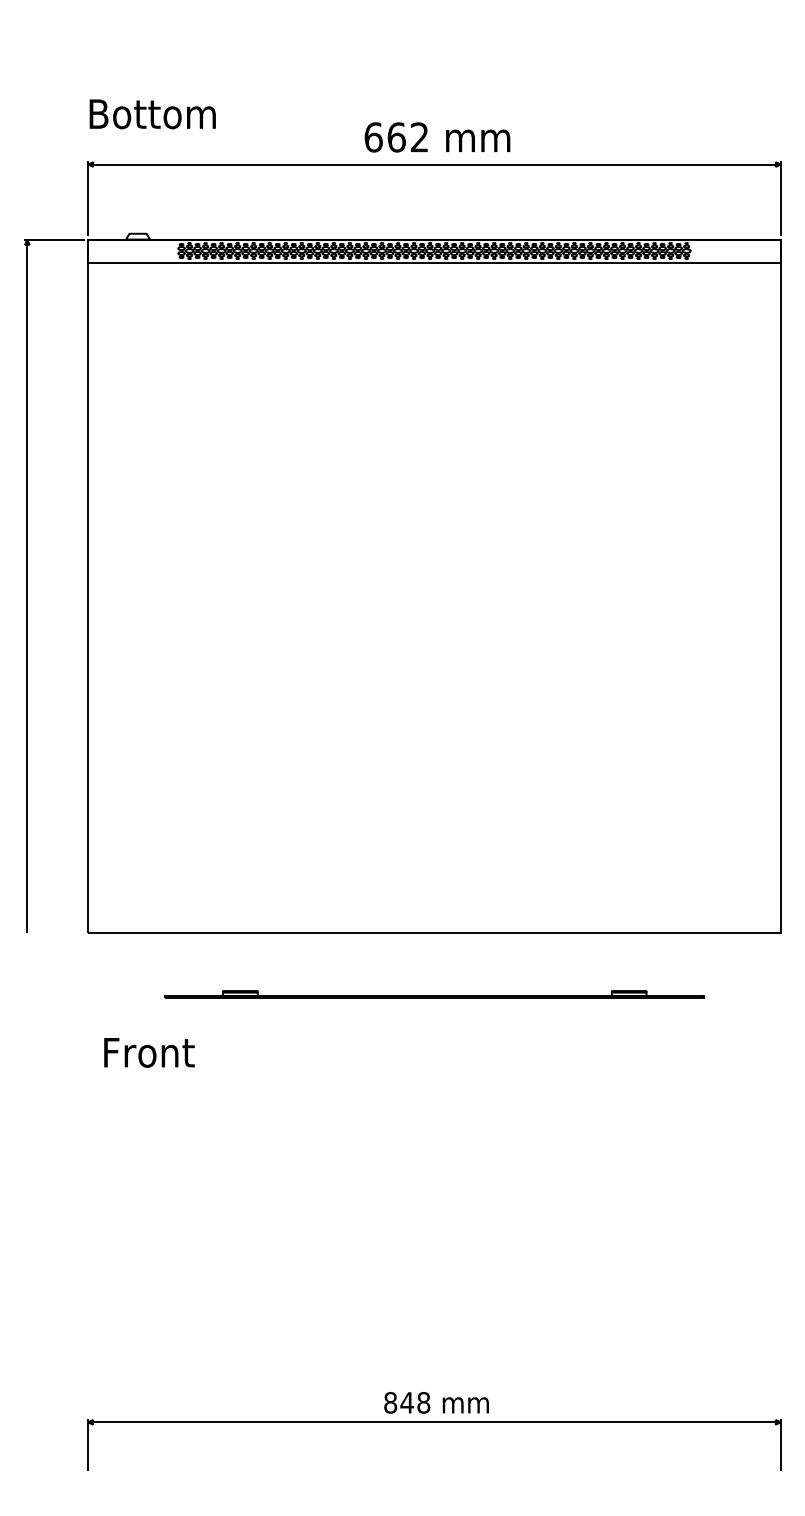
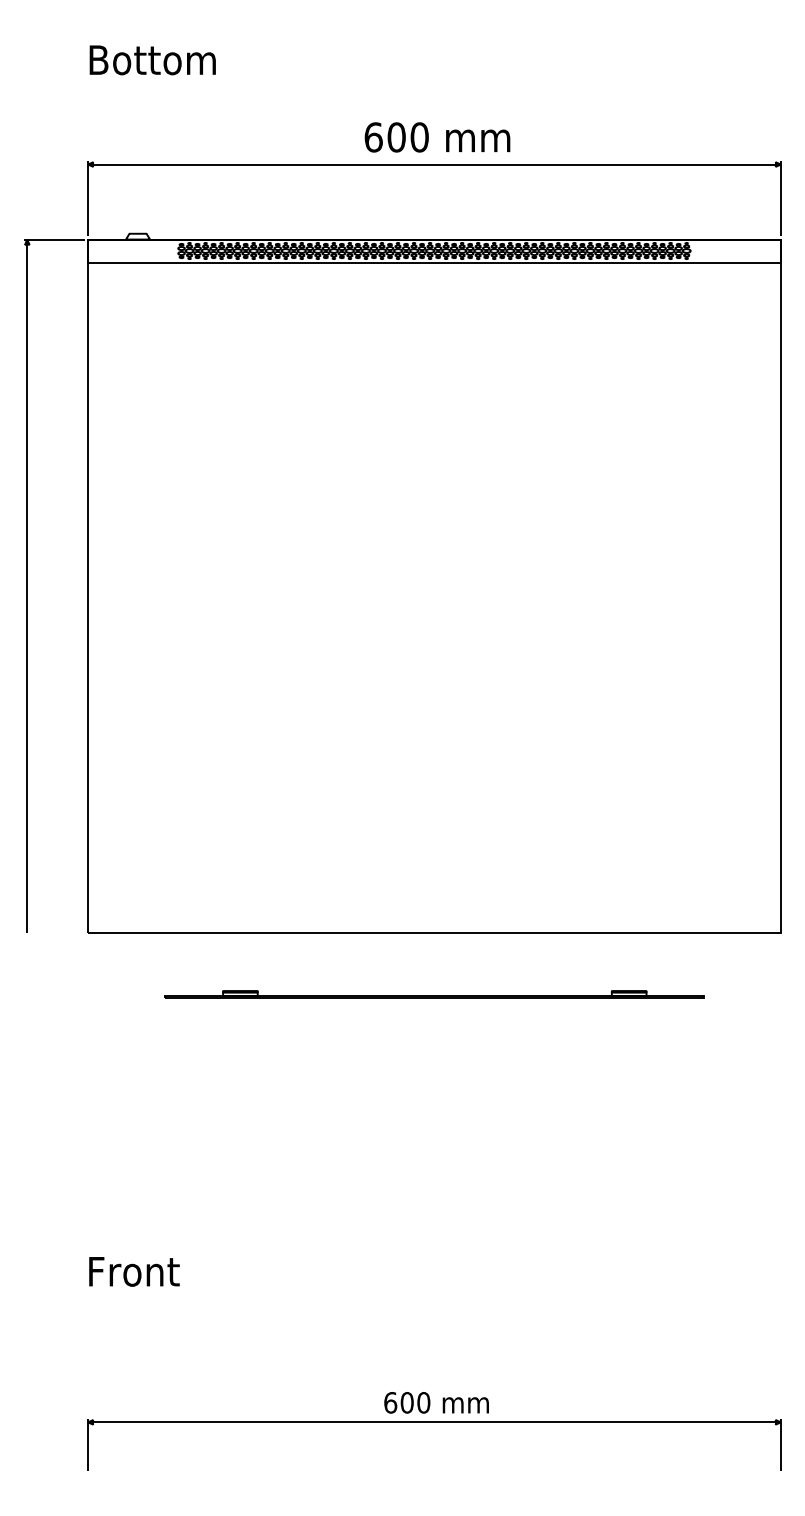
text at (152, 114) position: (152, 114) -> (152, 60)
text at (407, 137): 662 -> 600
text at (149, 1052) position: (149, 1052) -> (134, 1271)
text at (407, 1402): 848 -> 600
